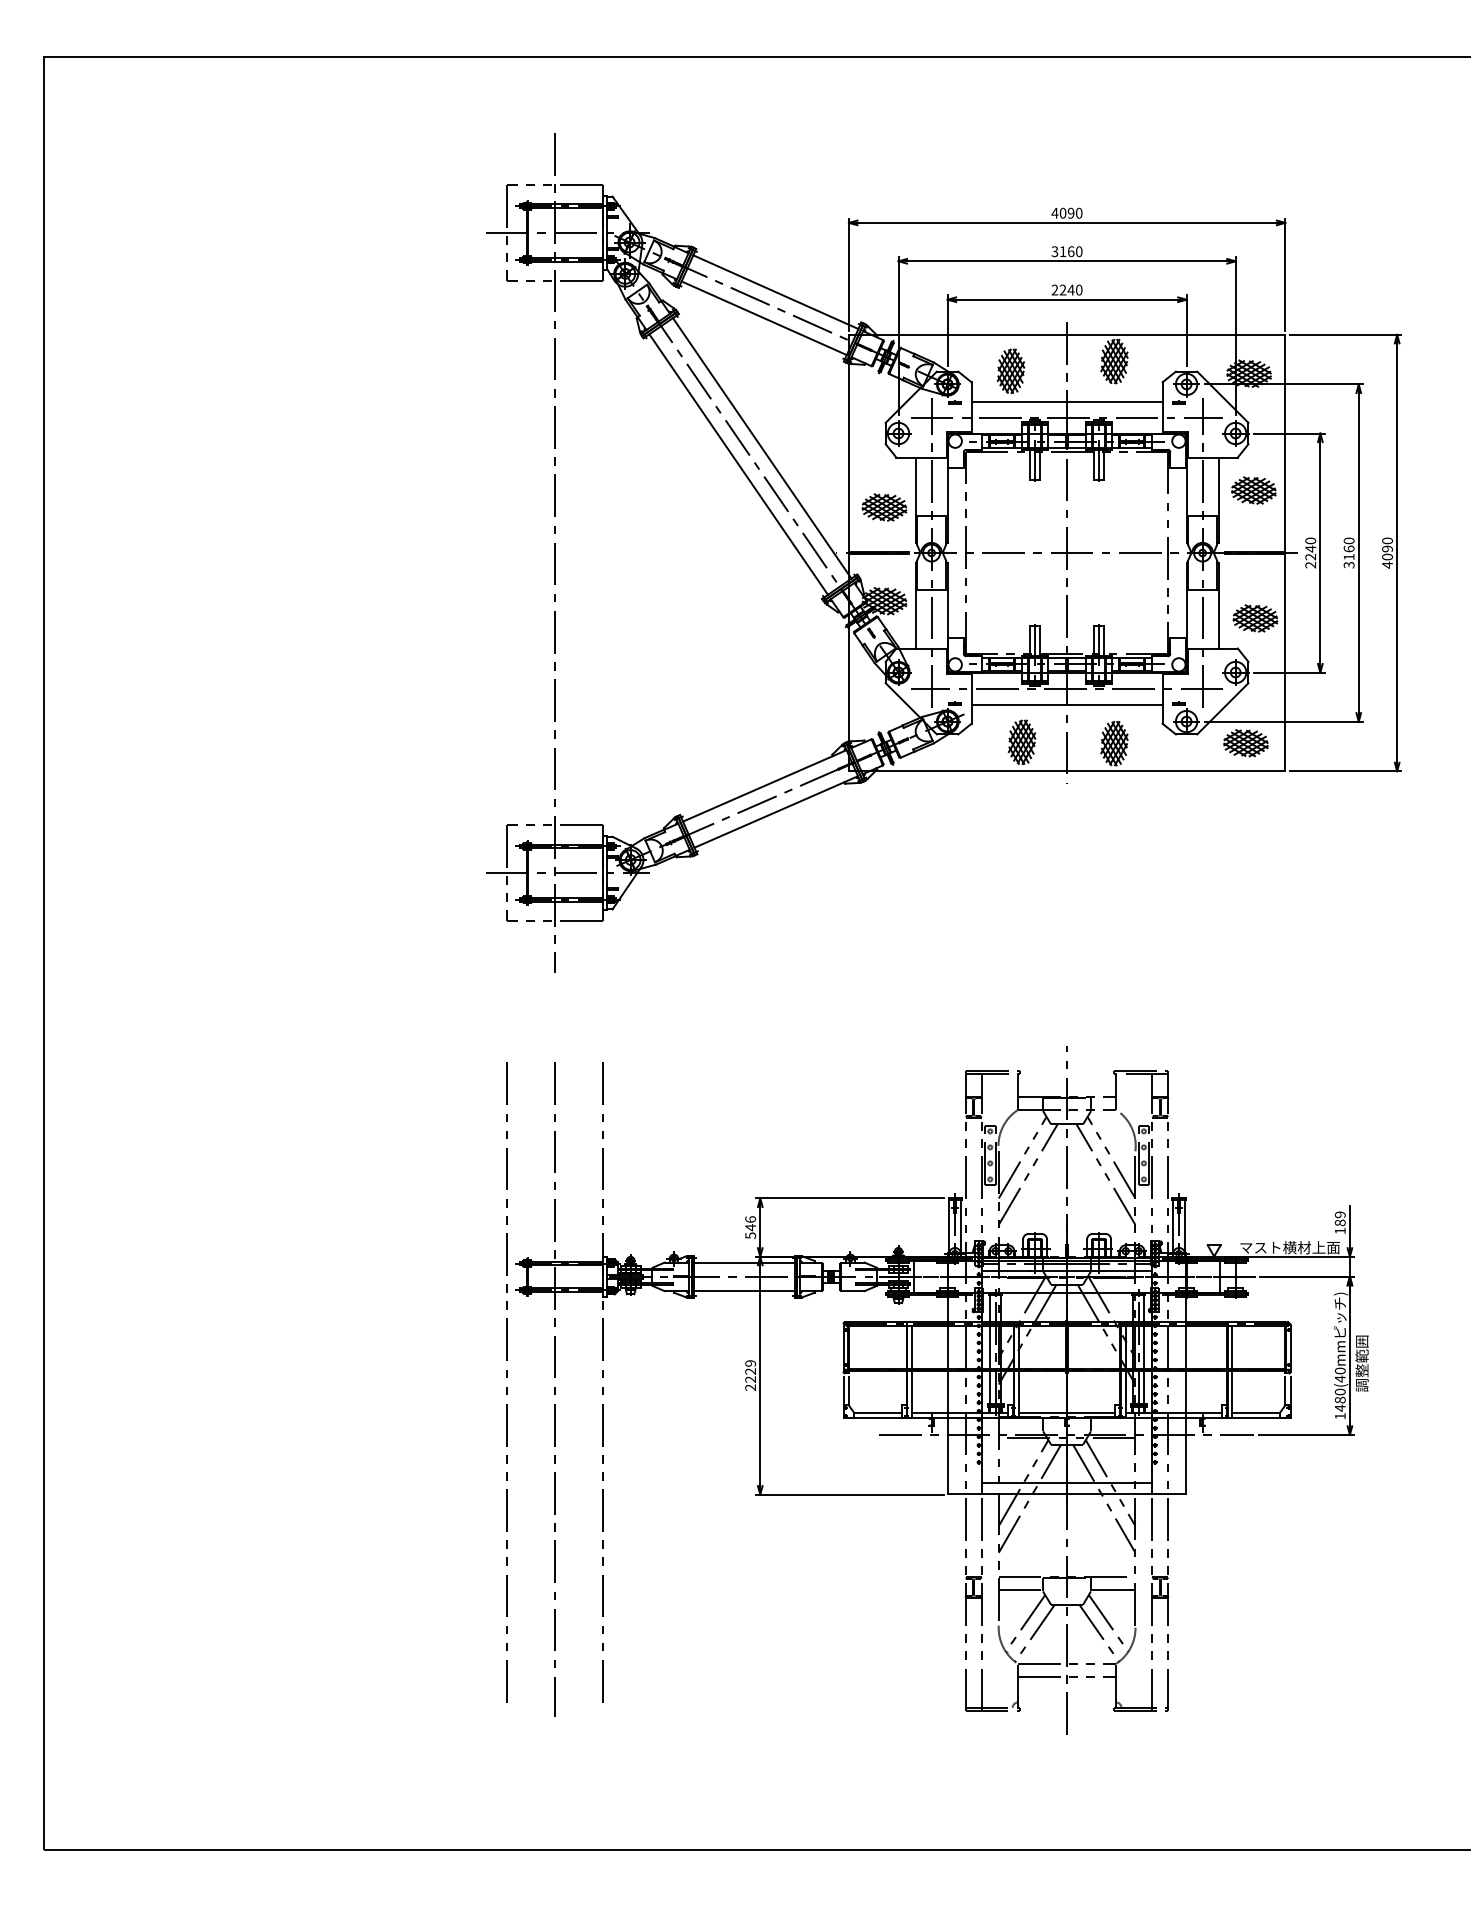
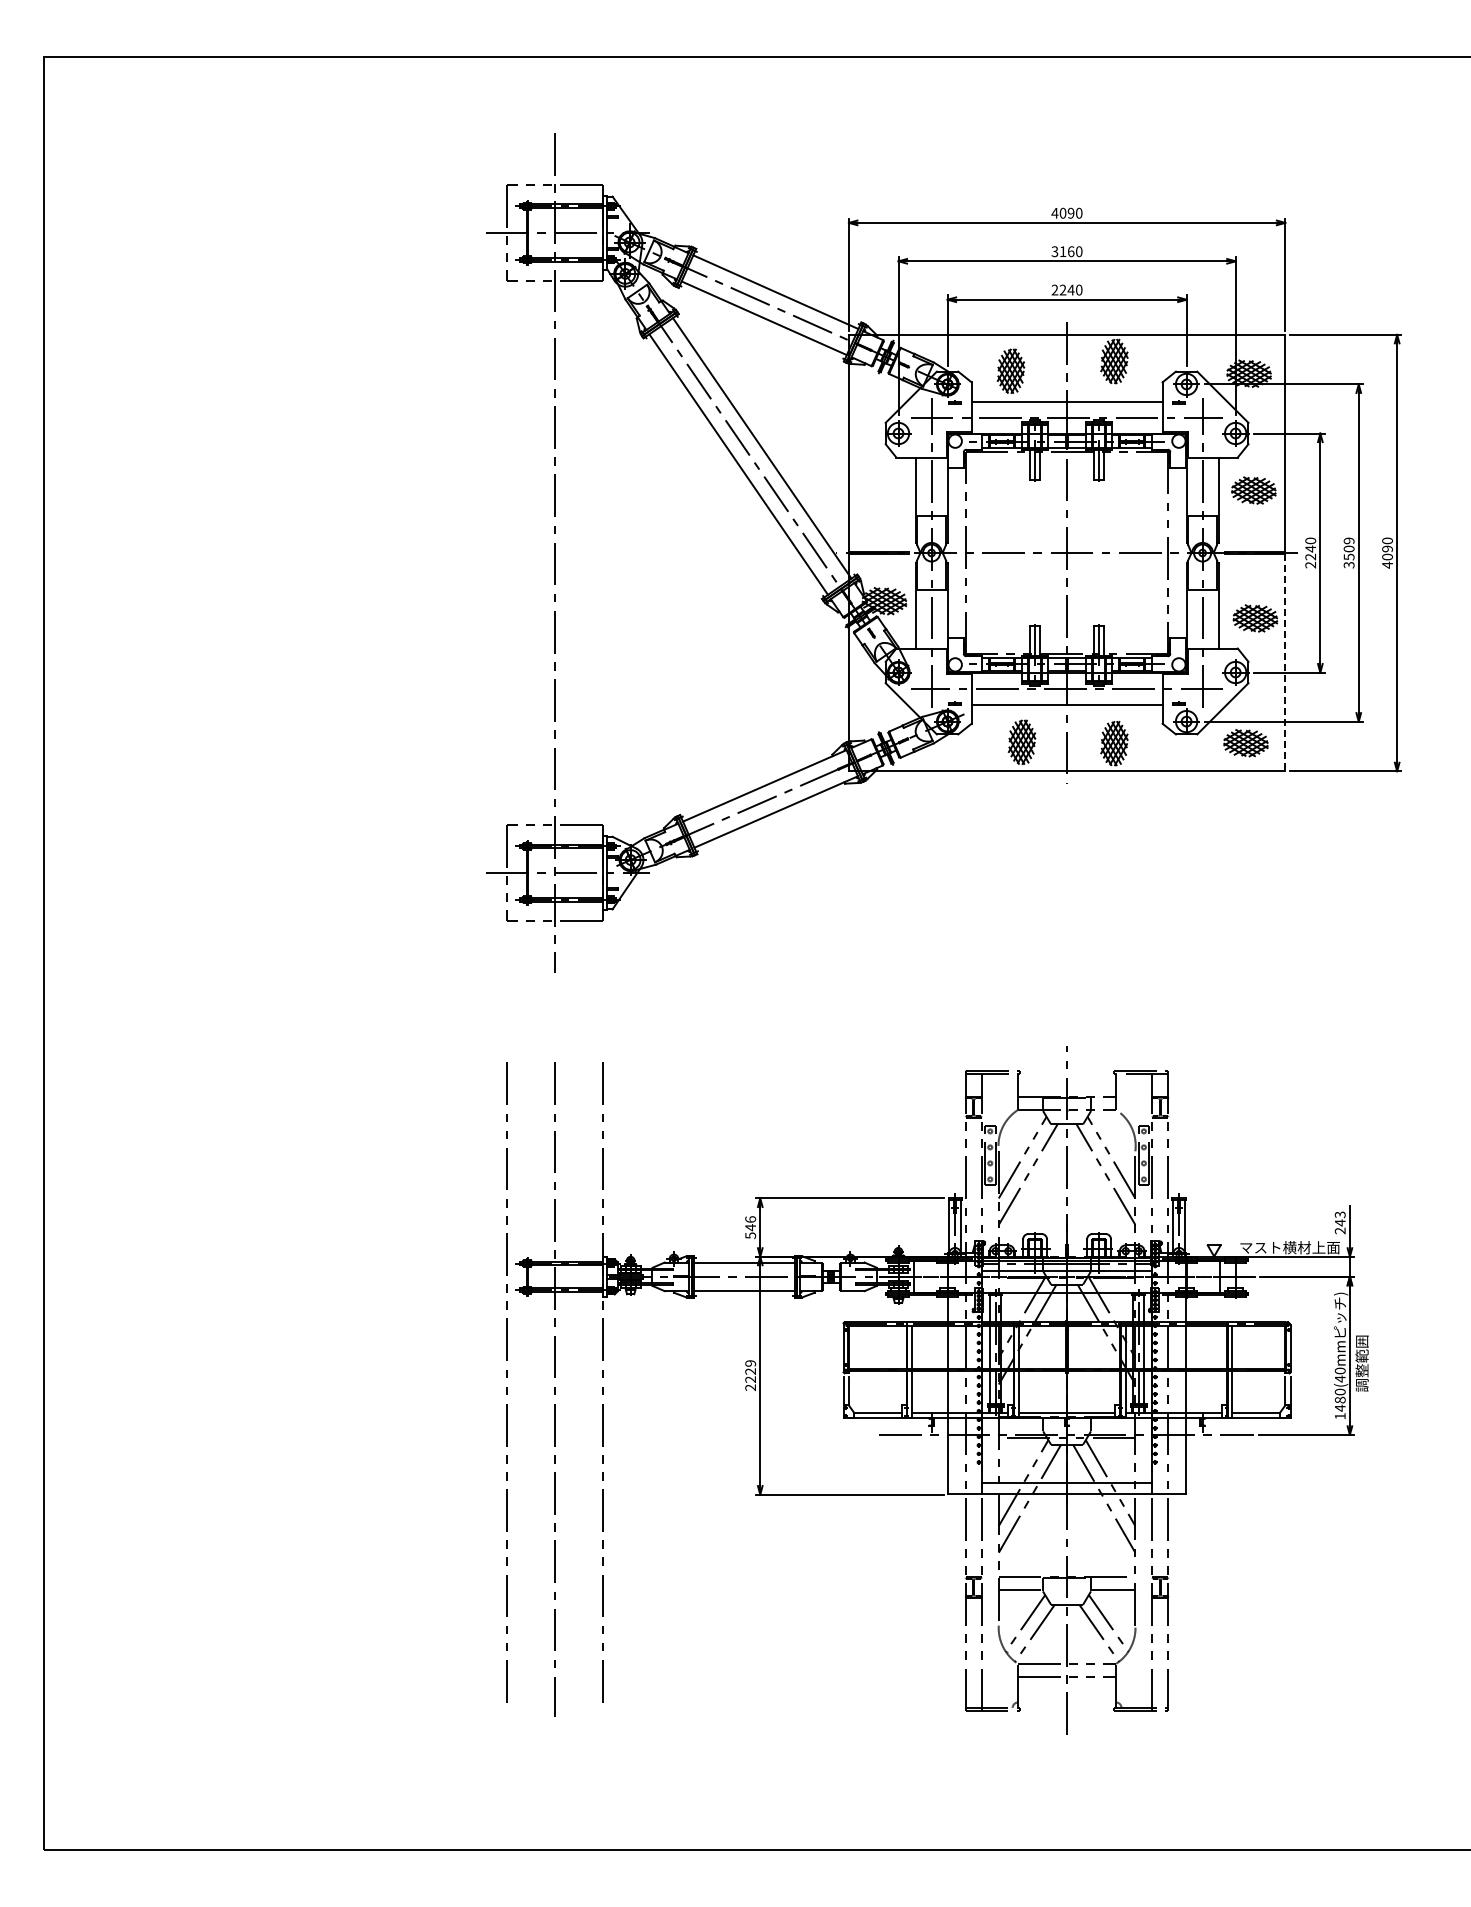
part at (884, 507): present -> none
text at (1348, 548): 3160 -> 3509
line at (1285, 662): solid -> dashed
text at (1339, 1222): 189 -> 243
